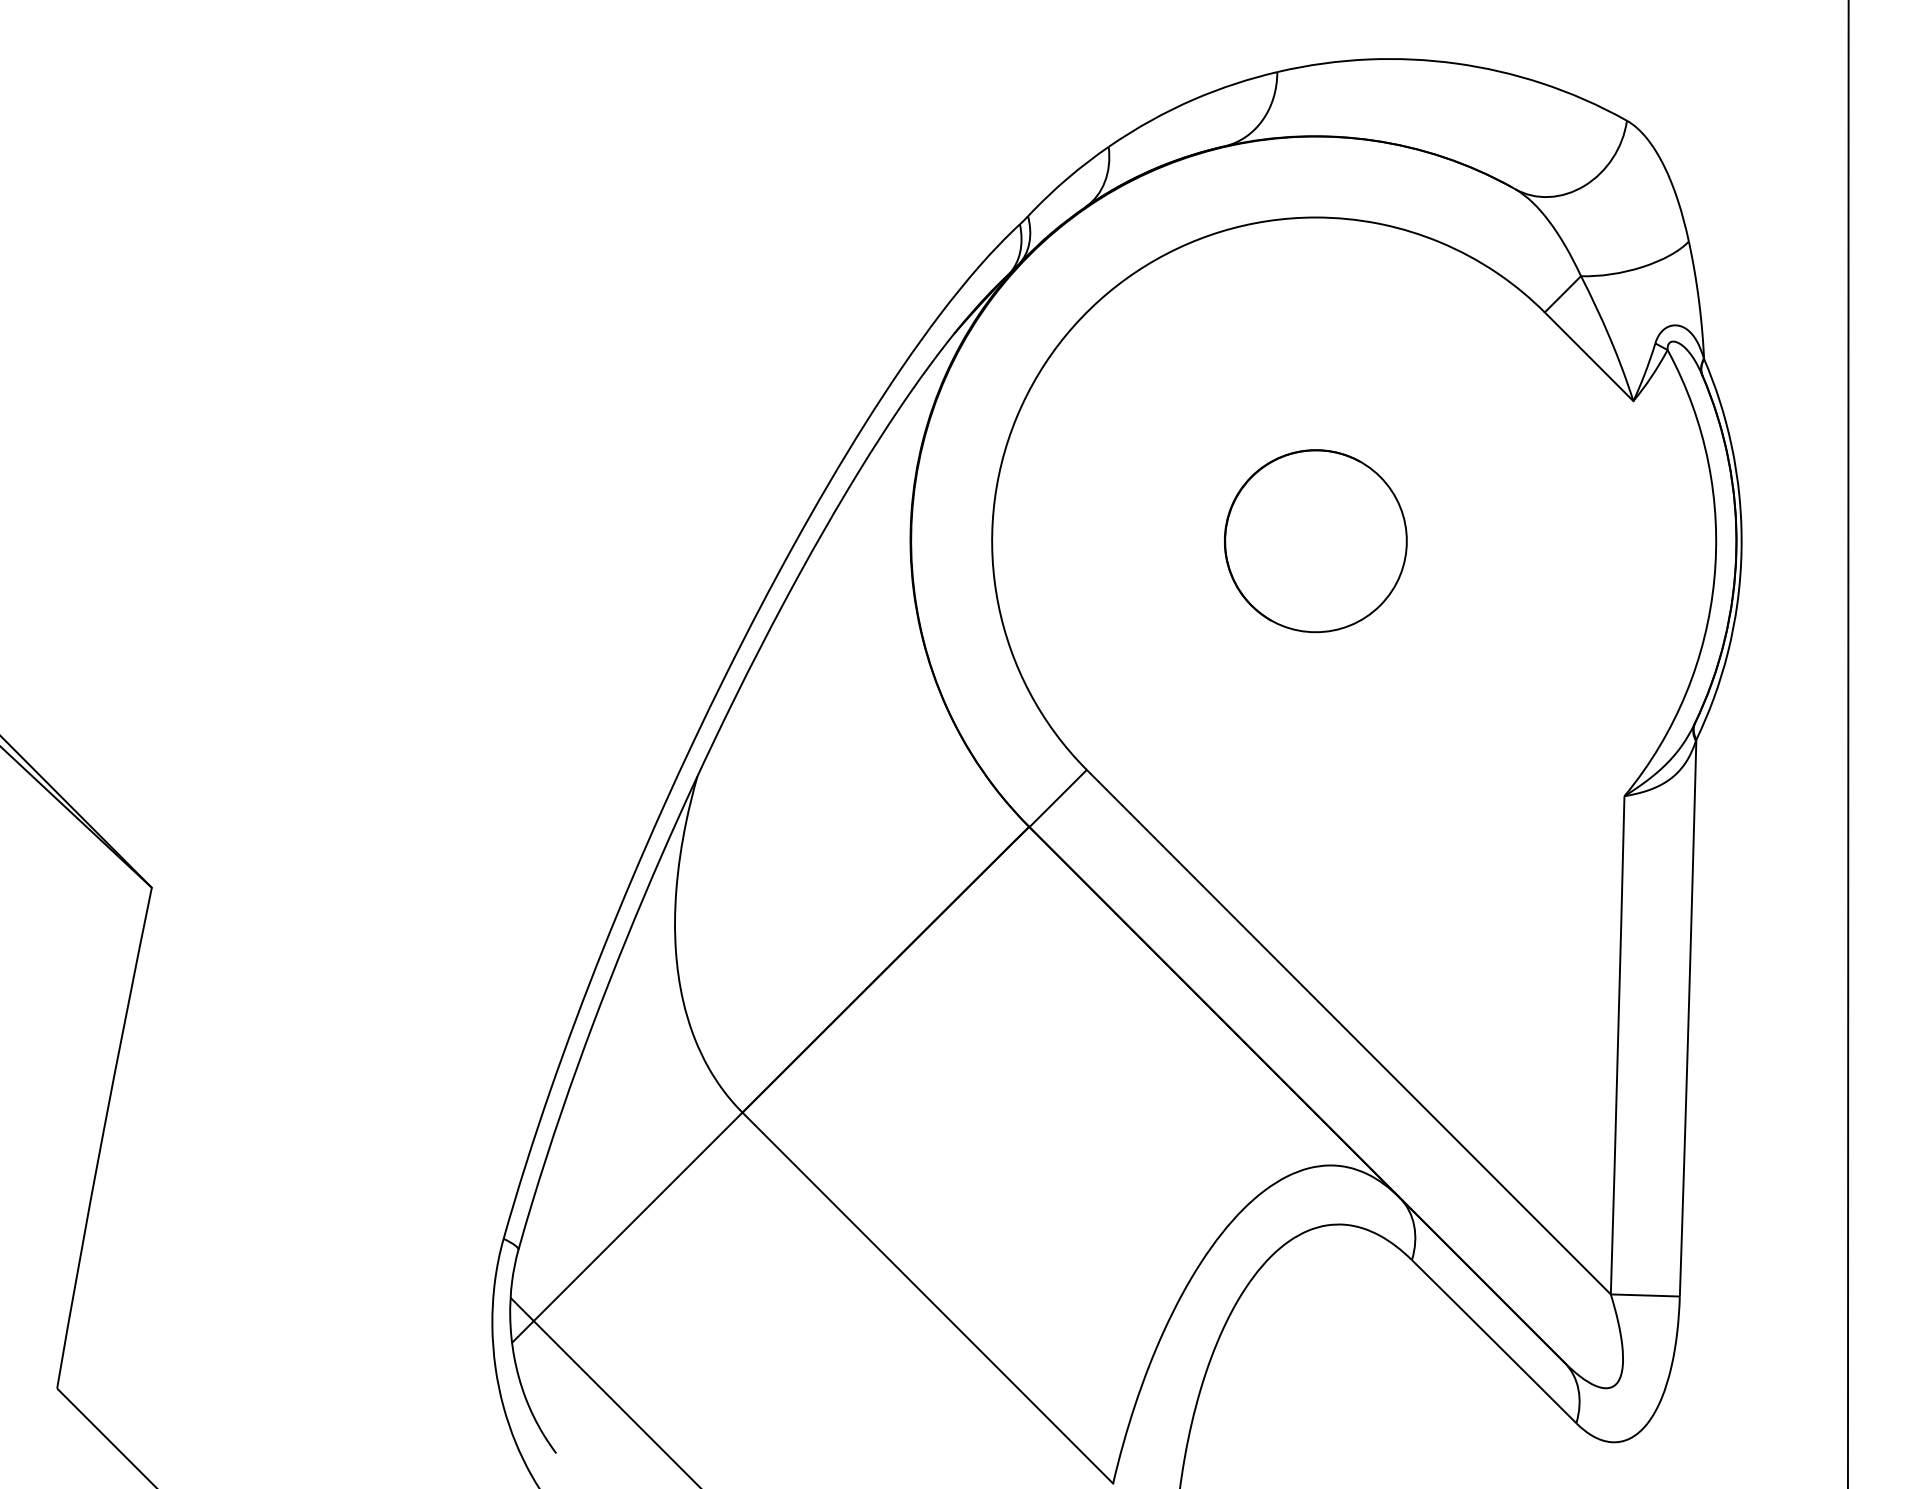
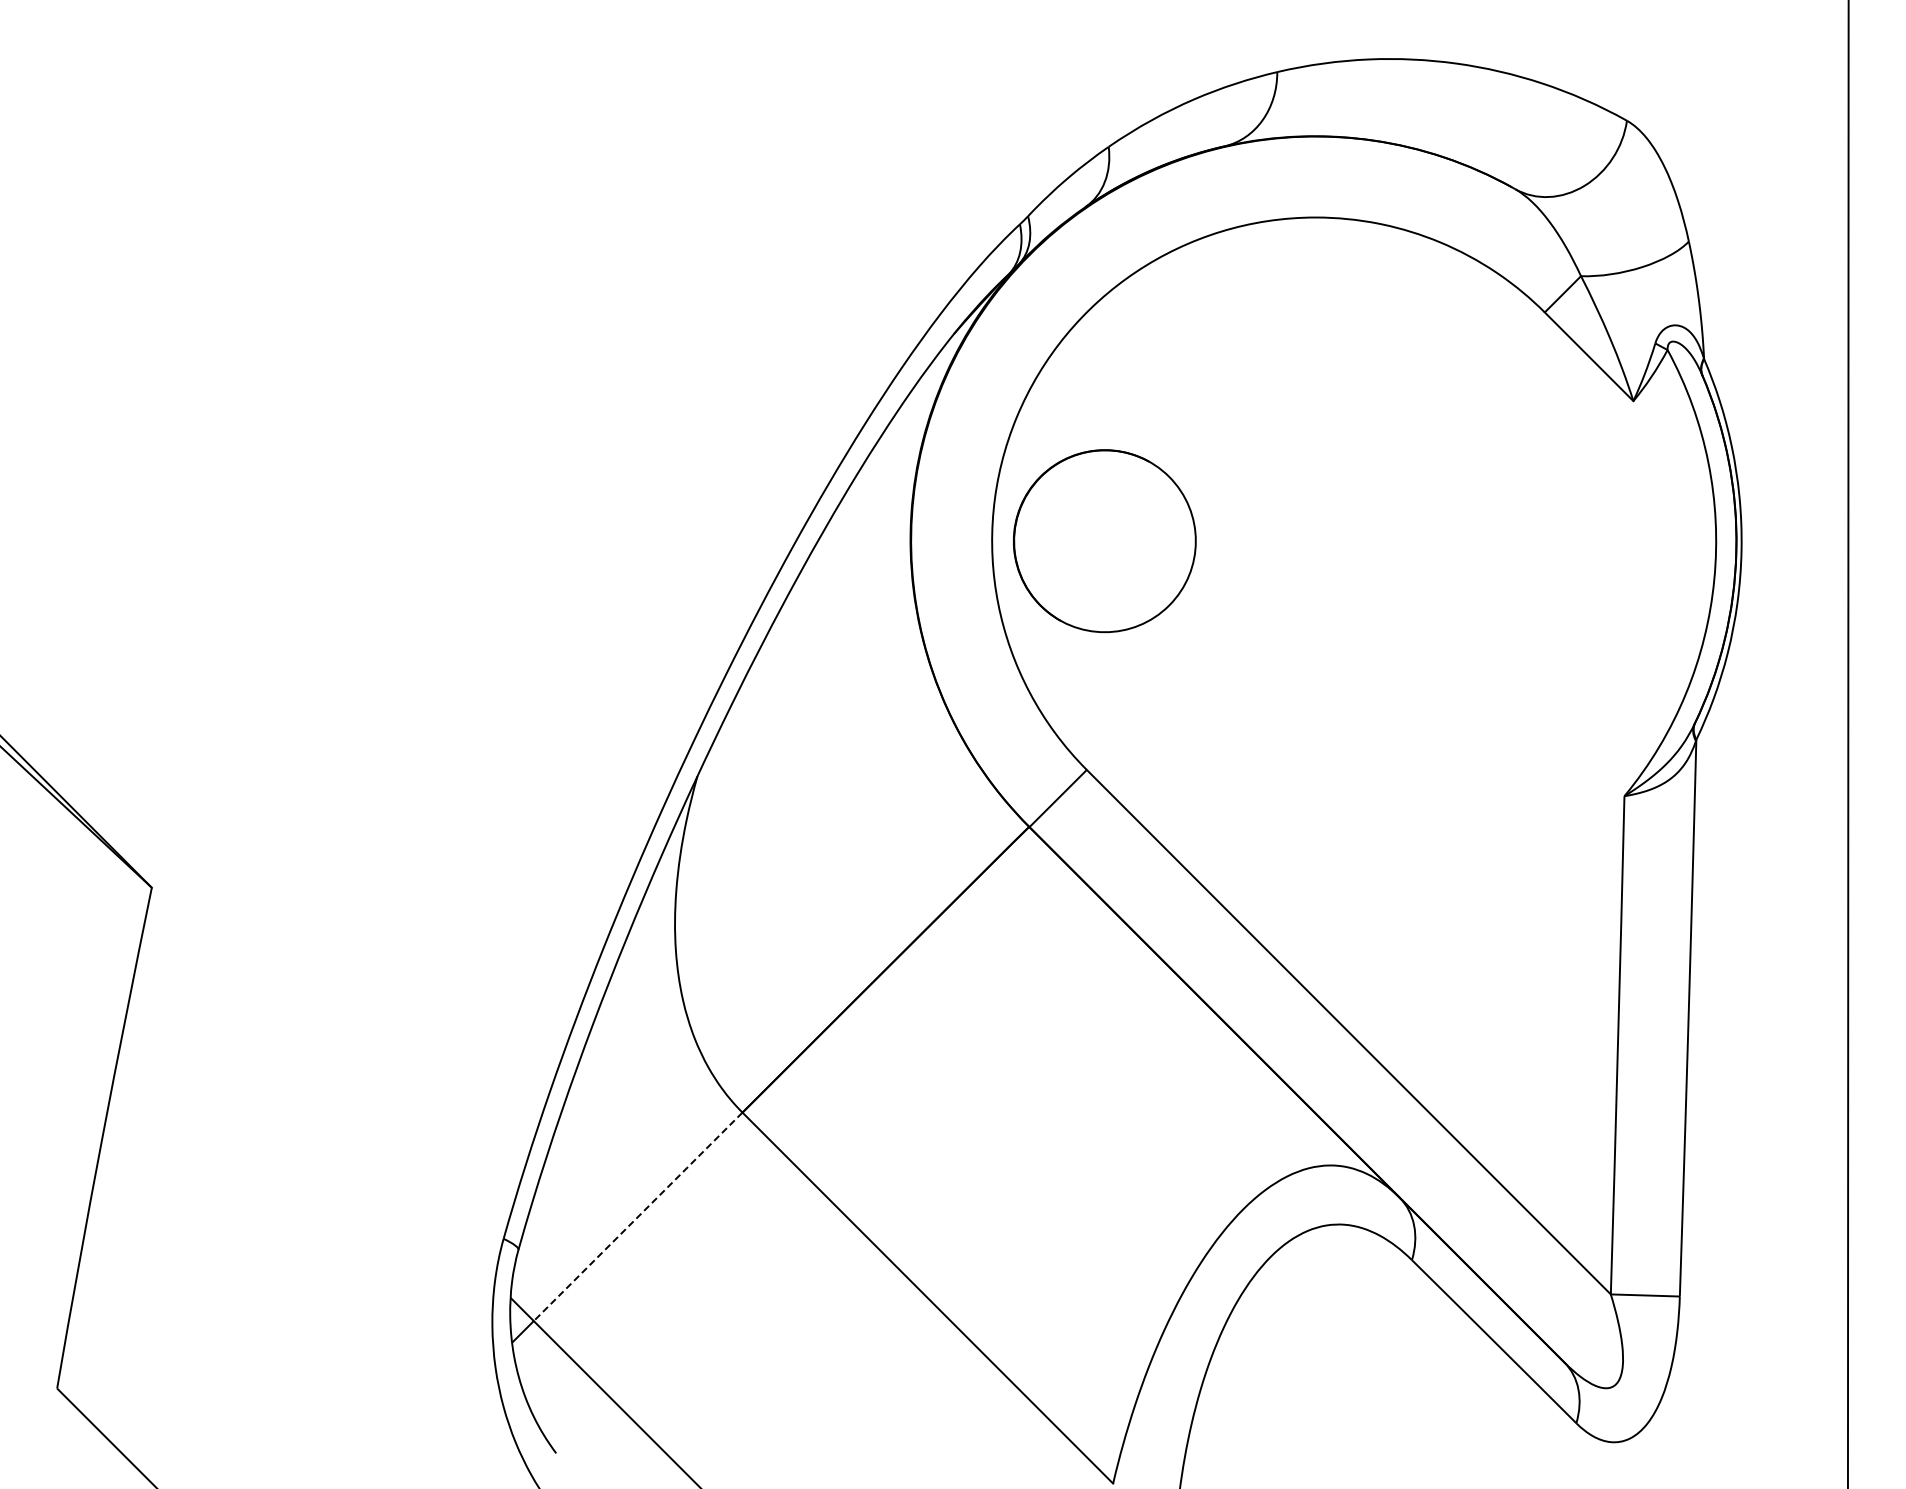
part at (1315, 540) position: (1315, 540) -> (1104, 540)
line at (637, 1217): solid -> dashed
